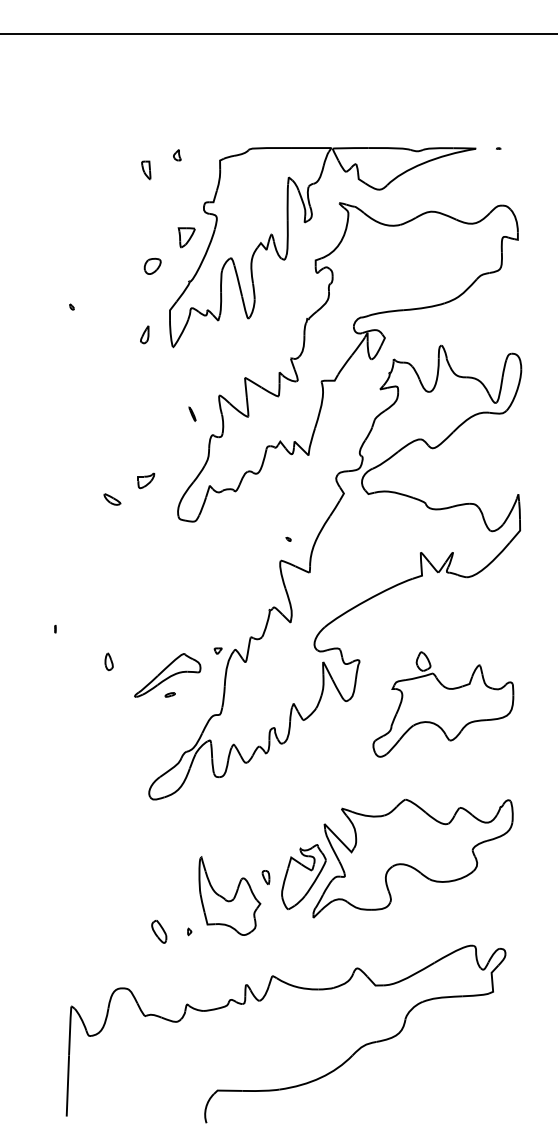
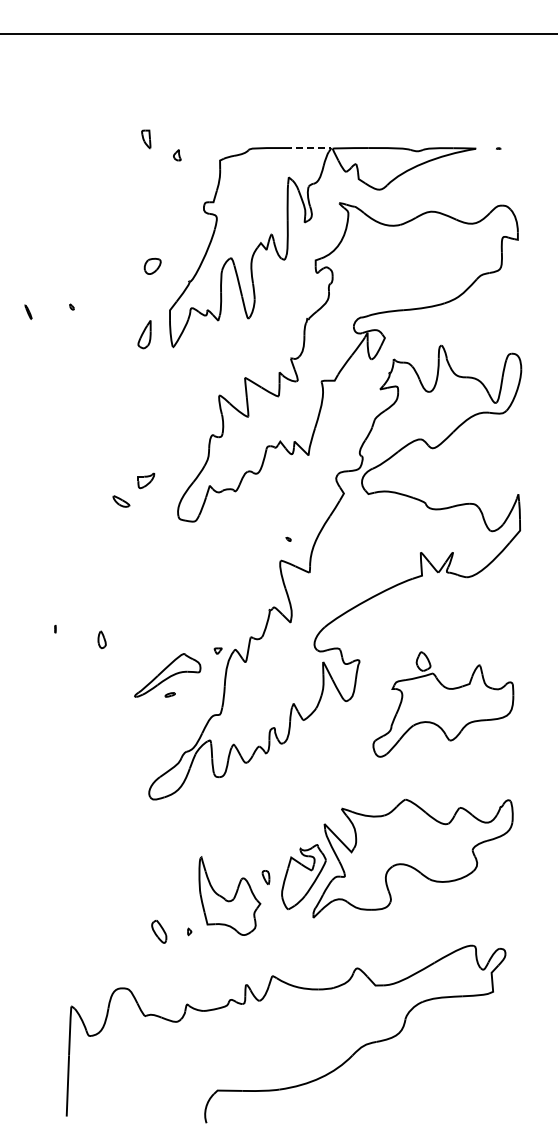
line at (313, 148): solid -> dashed
part at (146, 170) position: (146, 170) -> (146, 139)
part at (186, 237): present -> none
part at (144, 334) size: 10x20 px -> 15x30 px
part at (192, 413) position: (192, 413) -> (28, 311)
part at (112, 499) position: (112, 499) -> (121, 501)
part at (108, 661) position: (108, 661) -> (101, 639)
